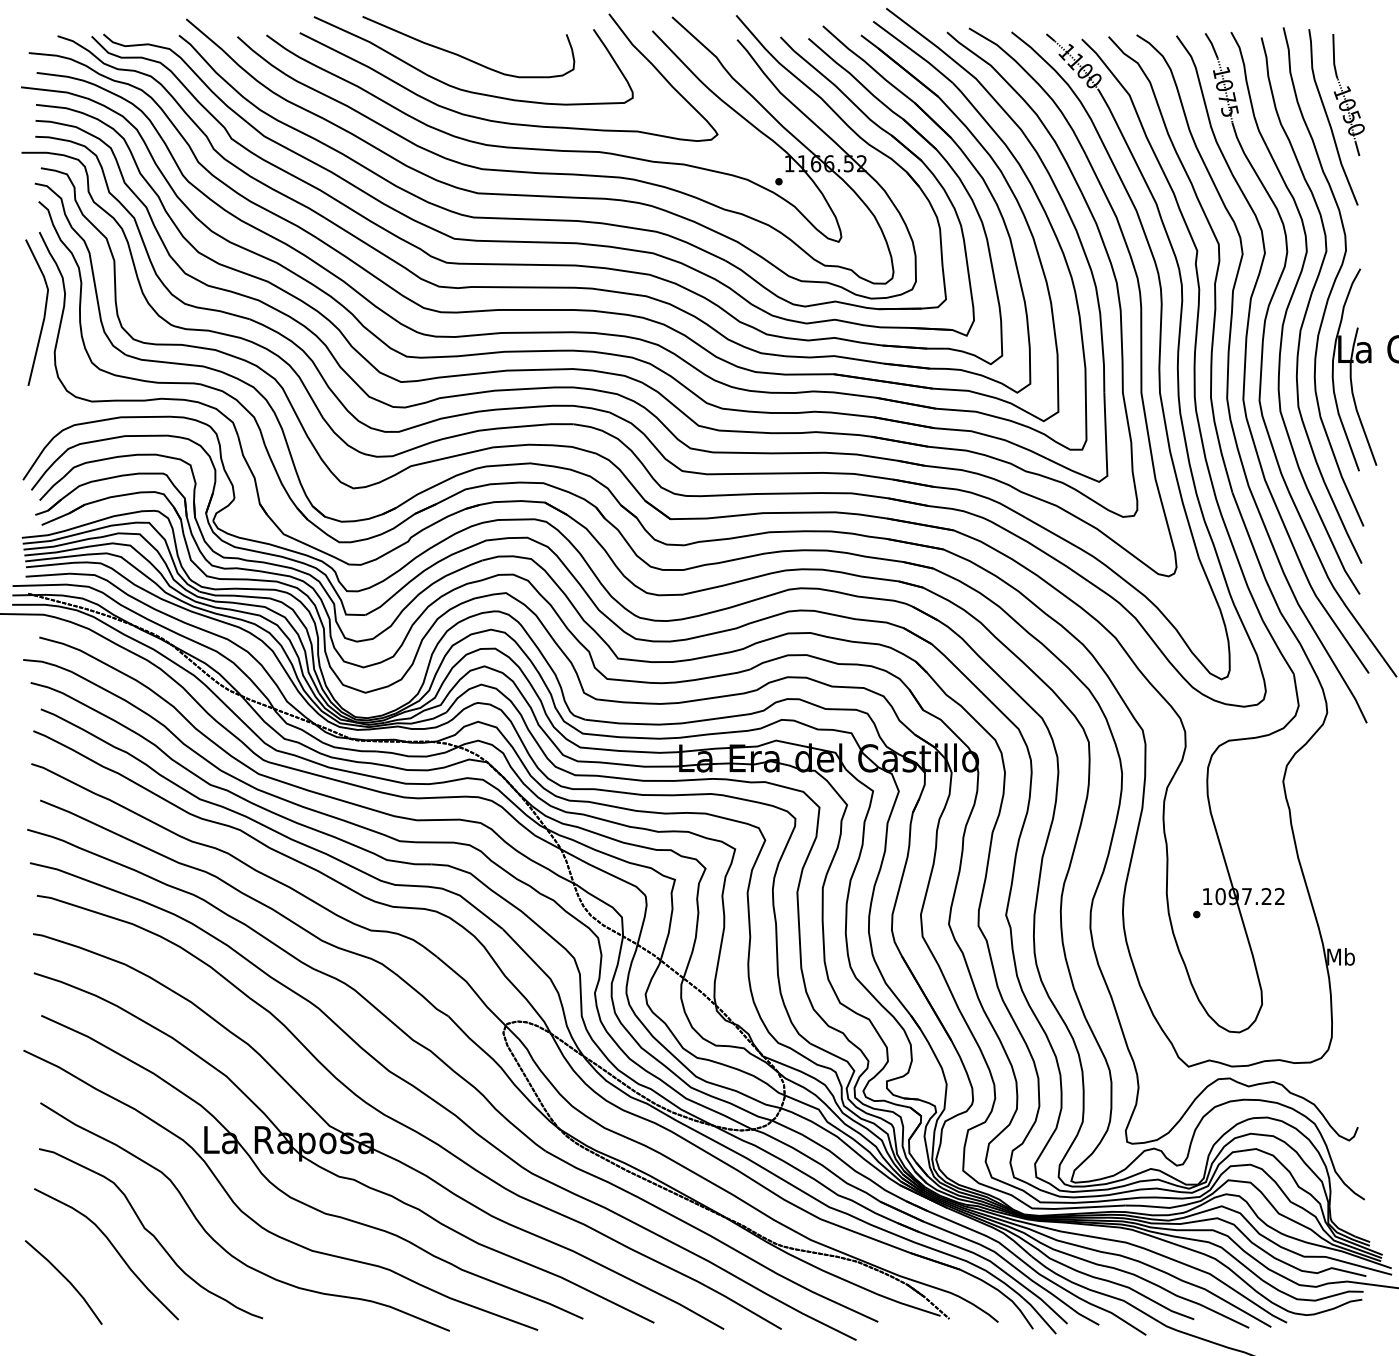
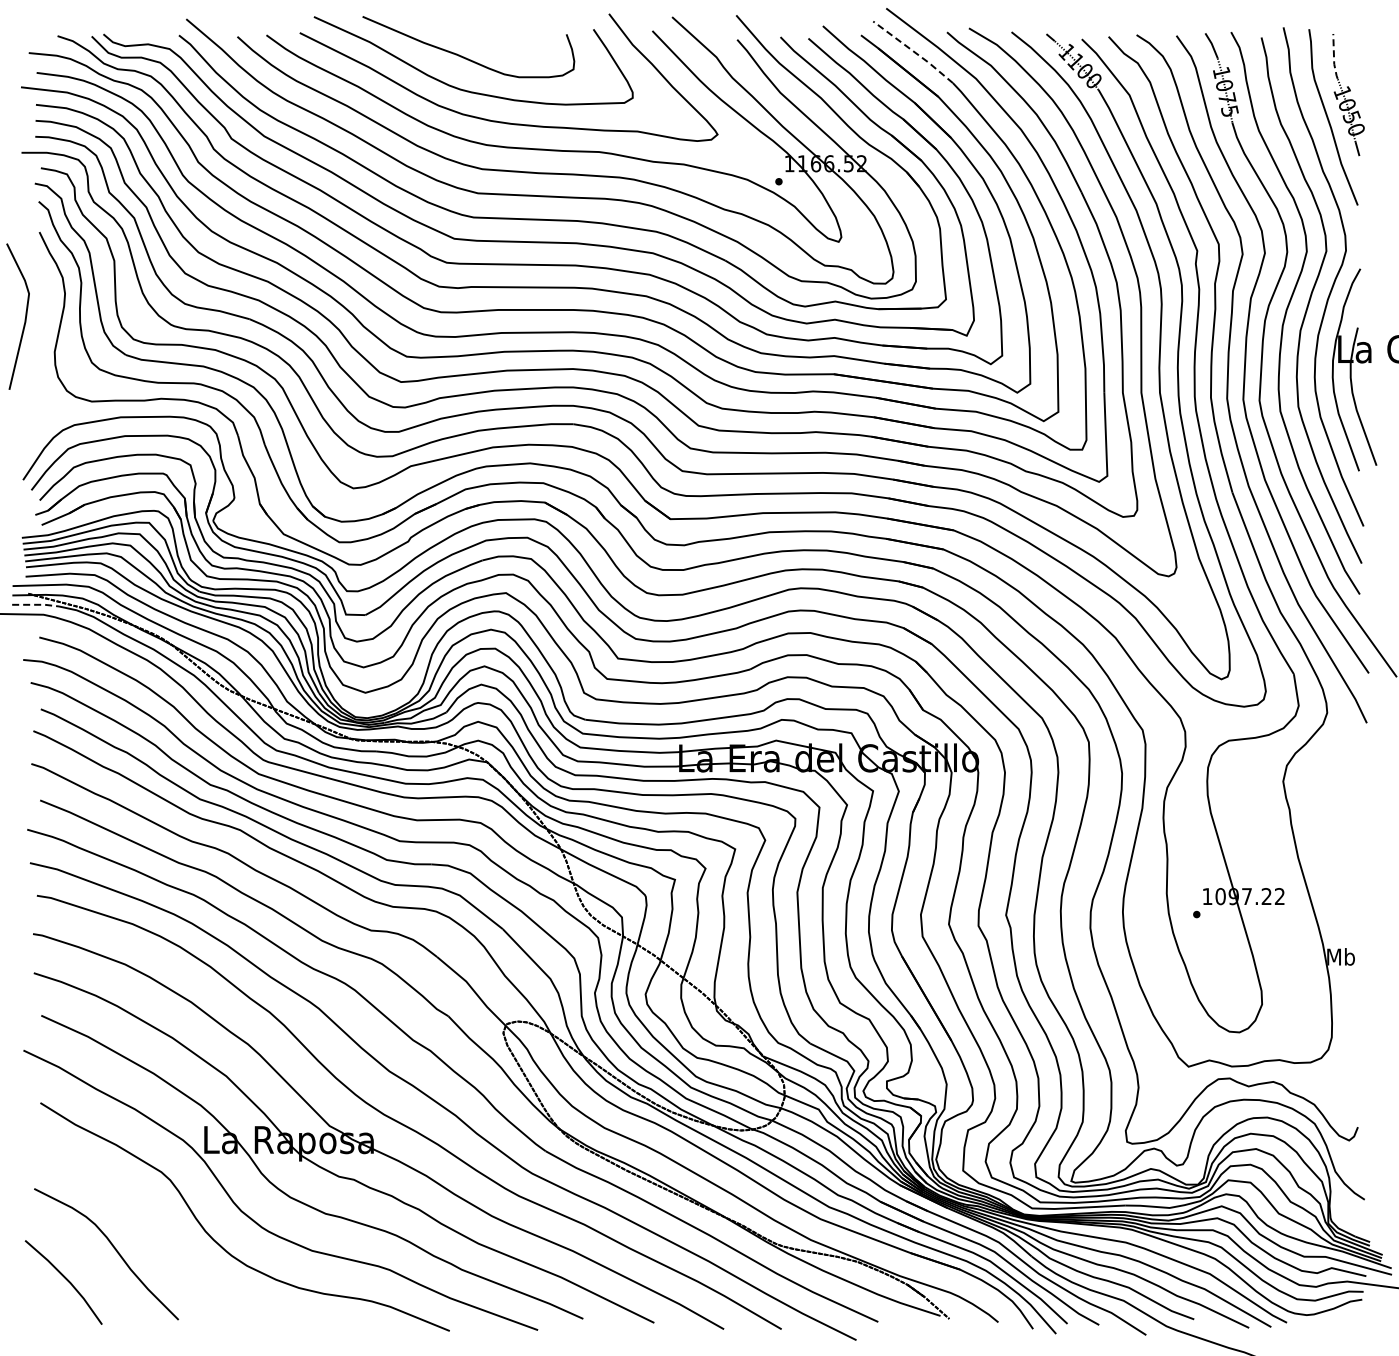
line at (913, 51): solid -> dashed
line at (1334, 58): solid -> dashed
line at (43, 315) position: (43, 315) -> (24, 319)
line at (36, 604): solid -> dashed
curve at (151, 1233): present -> none
